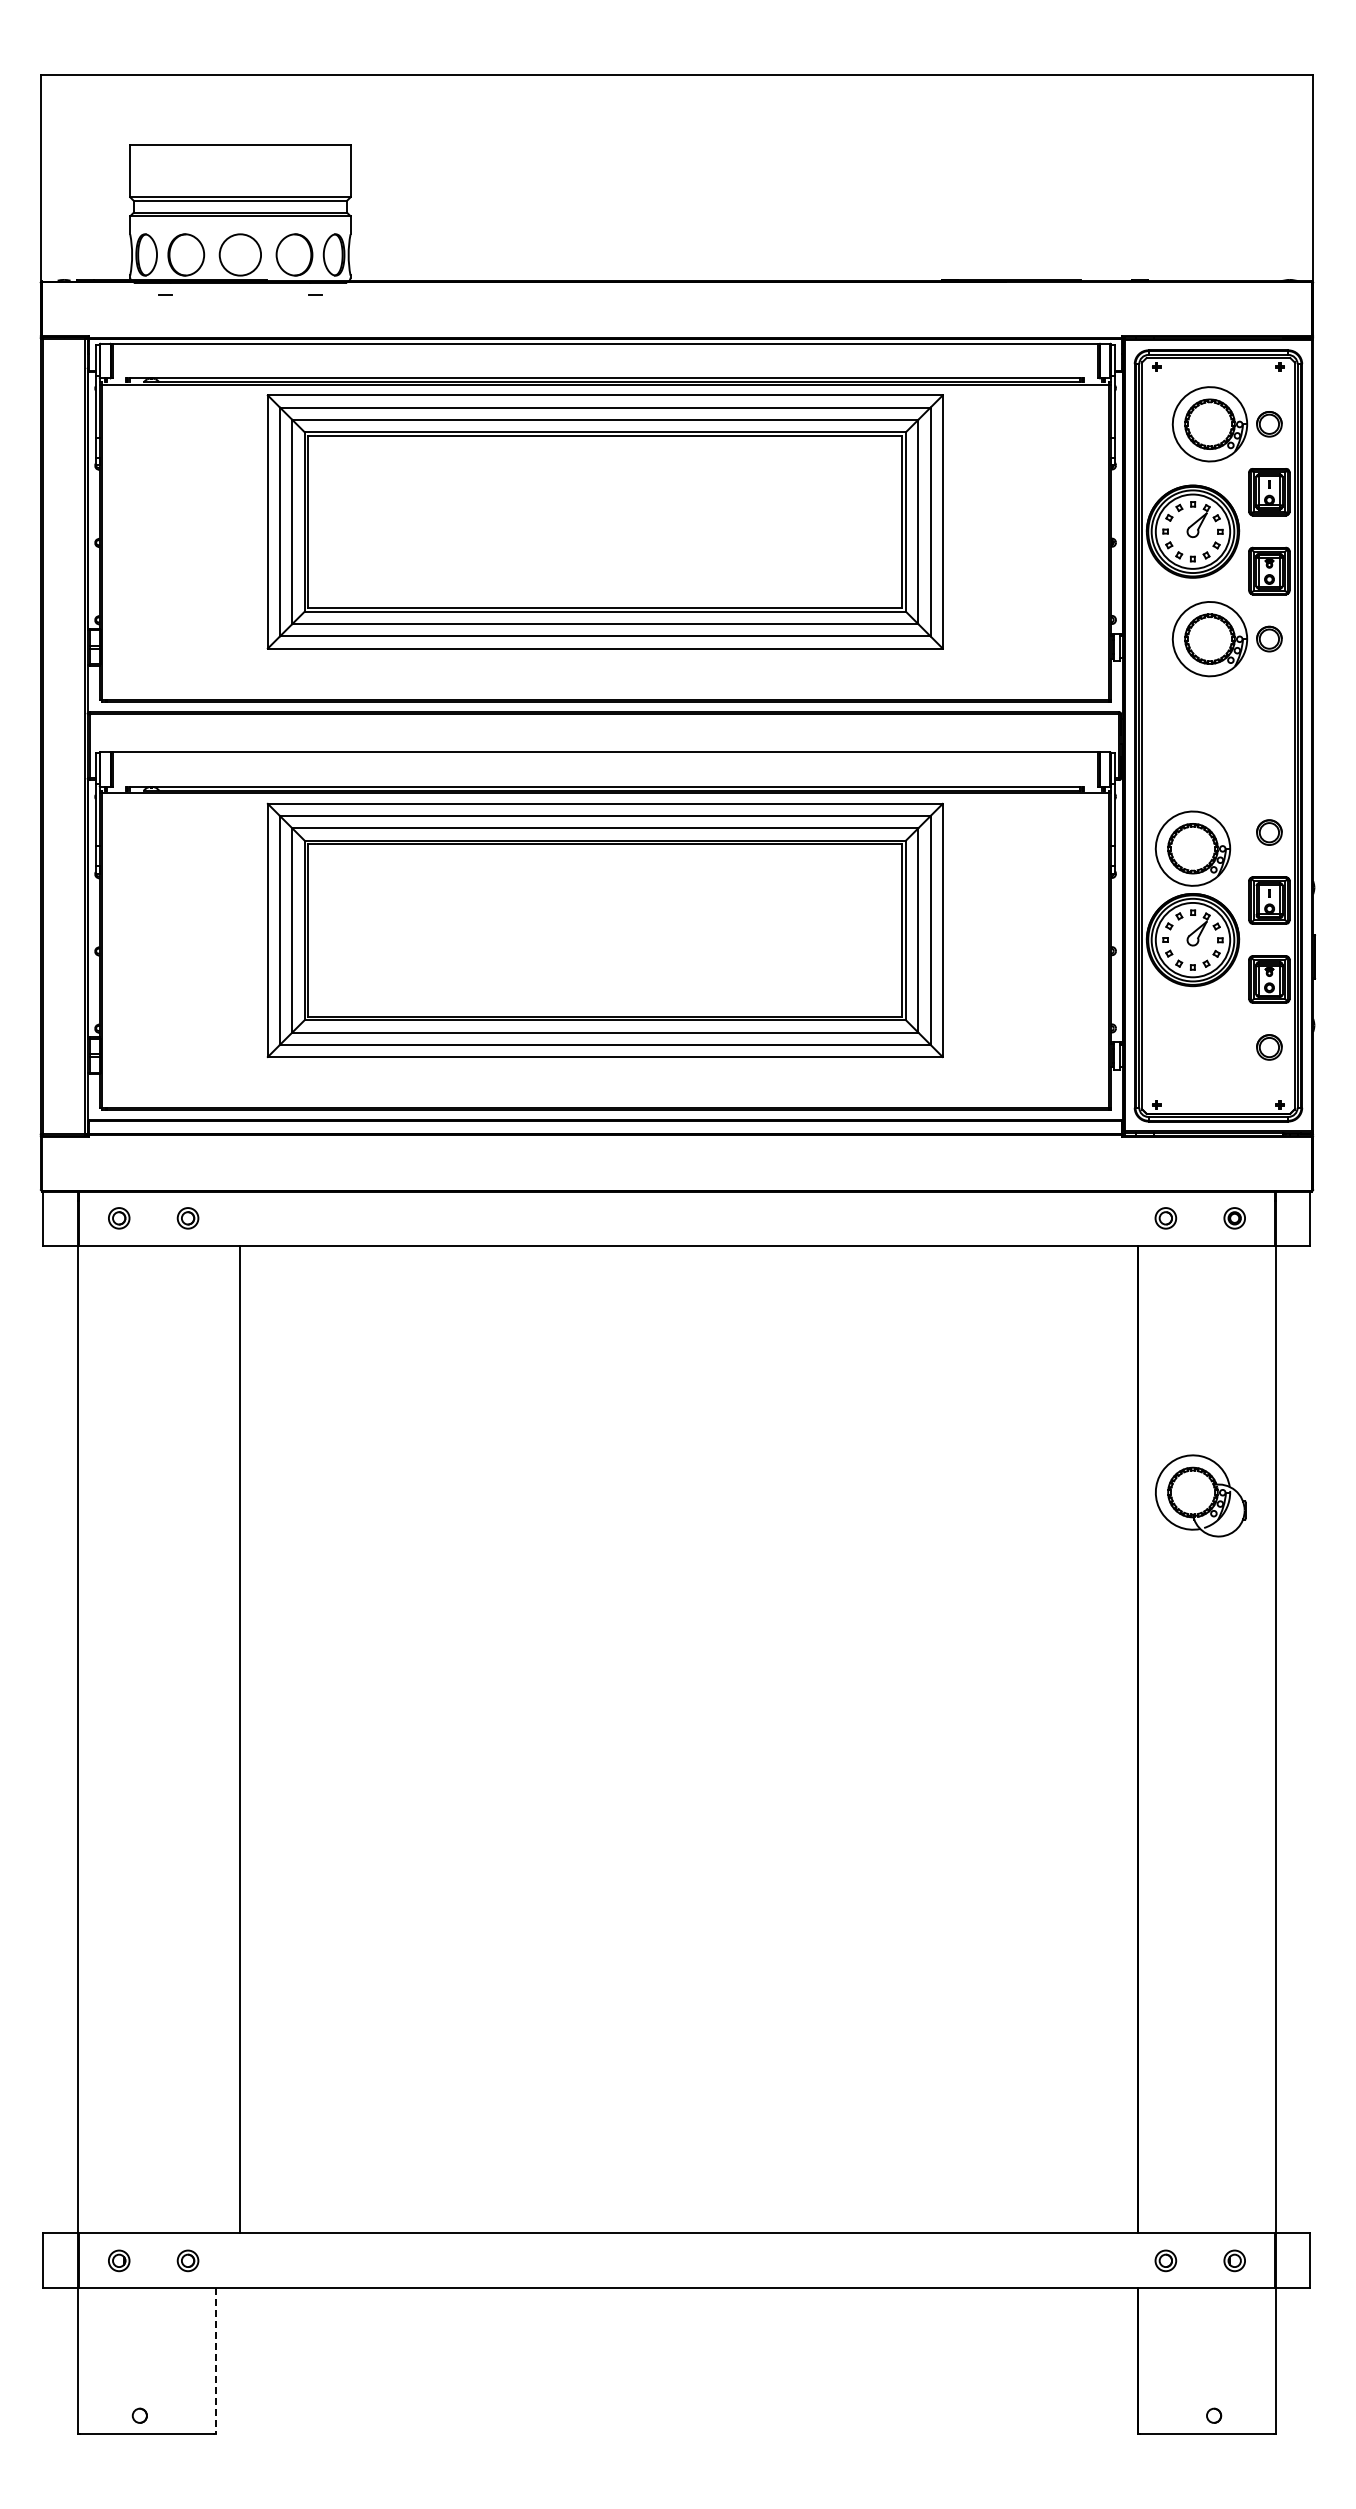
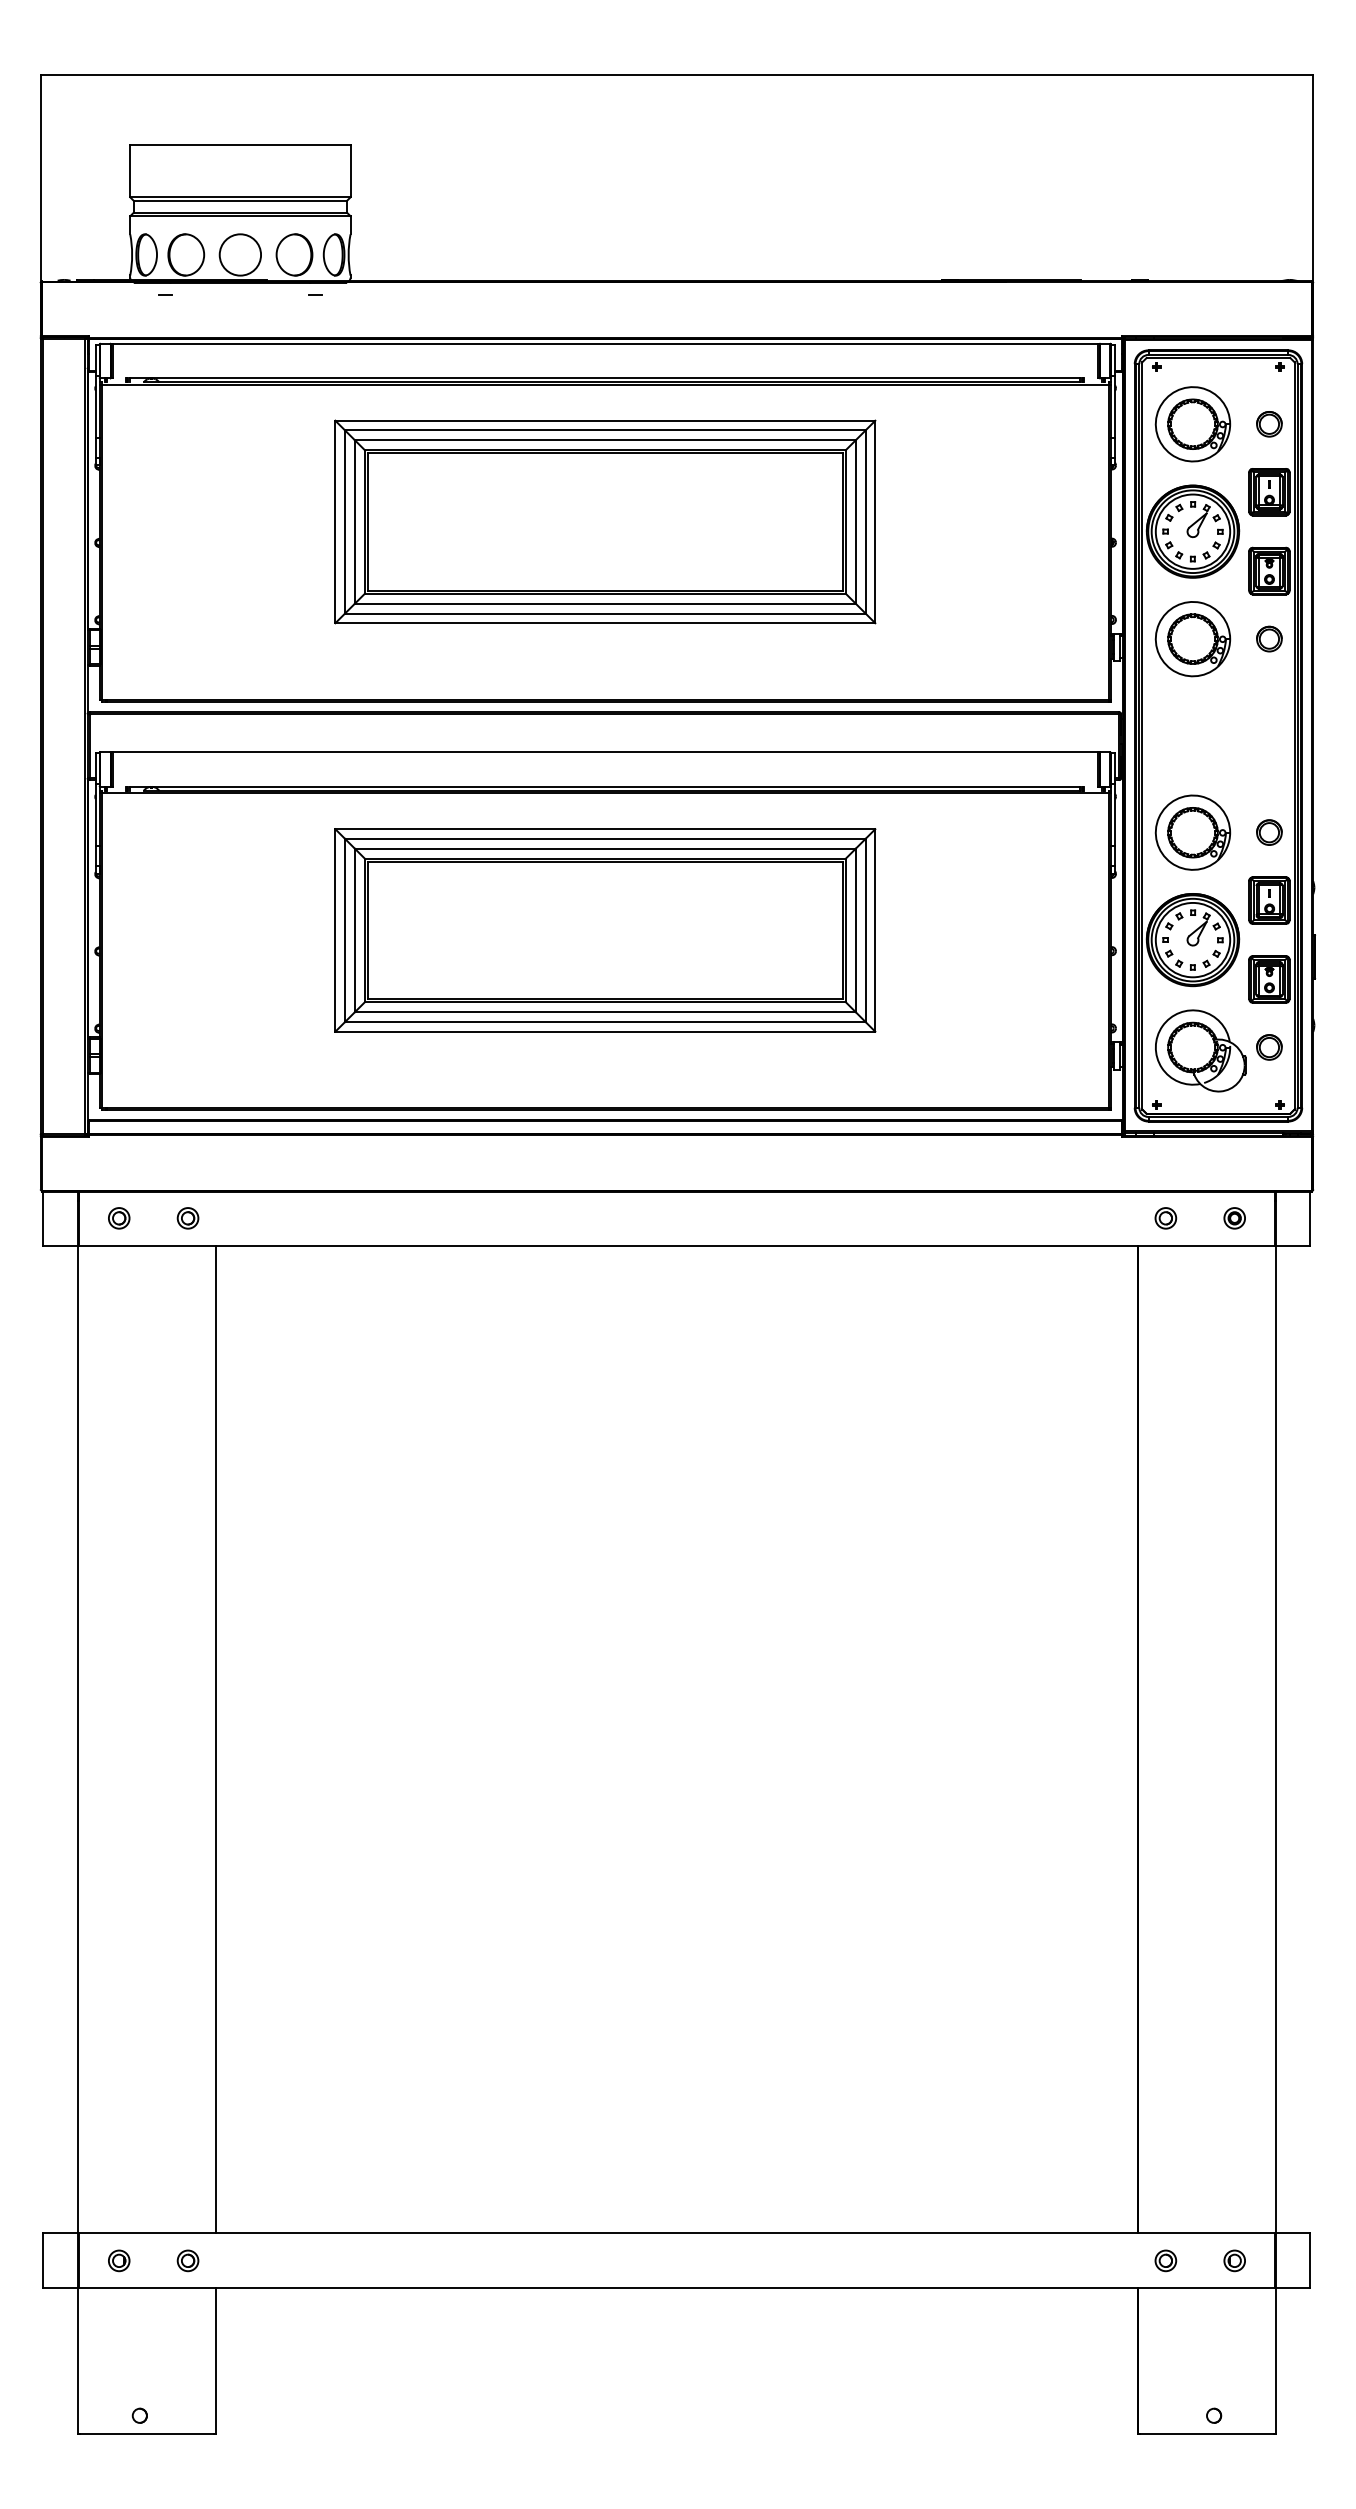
part at (1209, 424) position: (1209, 424) -> (1192, 424)
part at (604, 521) size: 678x256 px -> 543x206 px
part at (1209, 639) position: (1209, 639) -> (1192, 639)
part at (1192, 848) position: (1192, 848) -> (1192, 832)
part at (604, 930) size: 678x257 px -> 543x205 px
part at (1200, 1495) position: (1200, 1495) -> (1200, 1050)
line at (239, 1739) position: (239, 1739) -> (215, 1739)
line at (215, 2361): dashed -> solid
